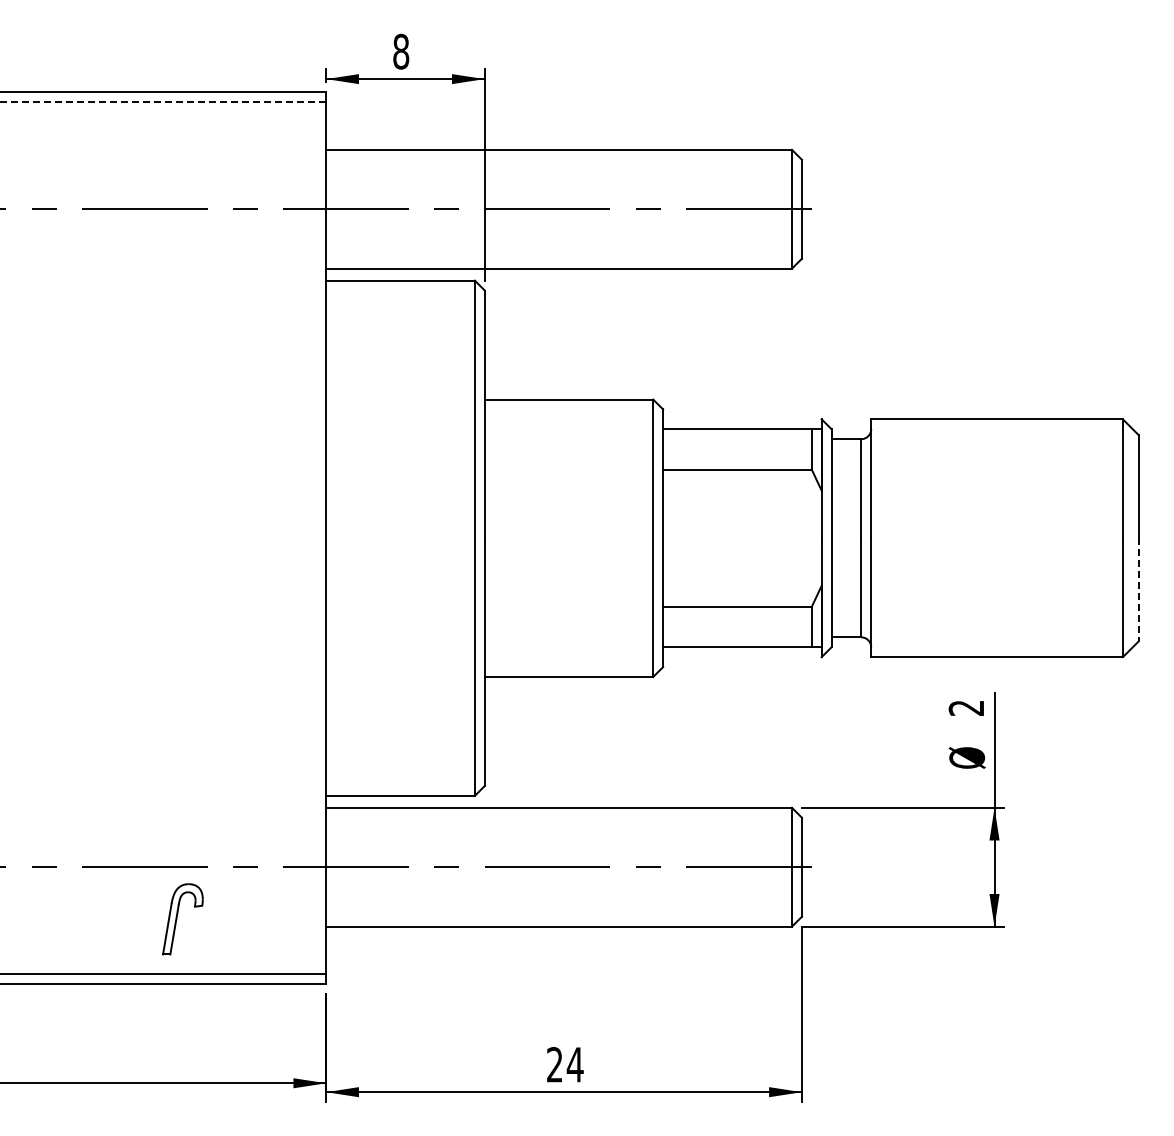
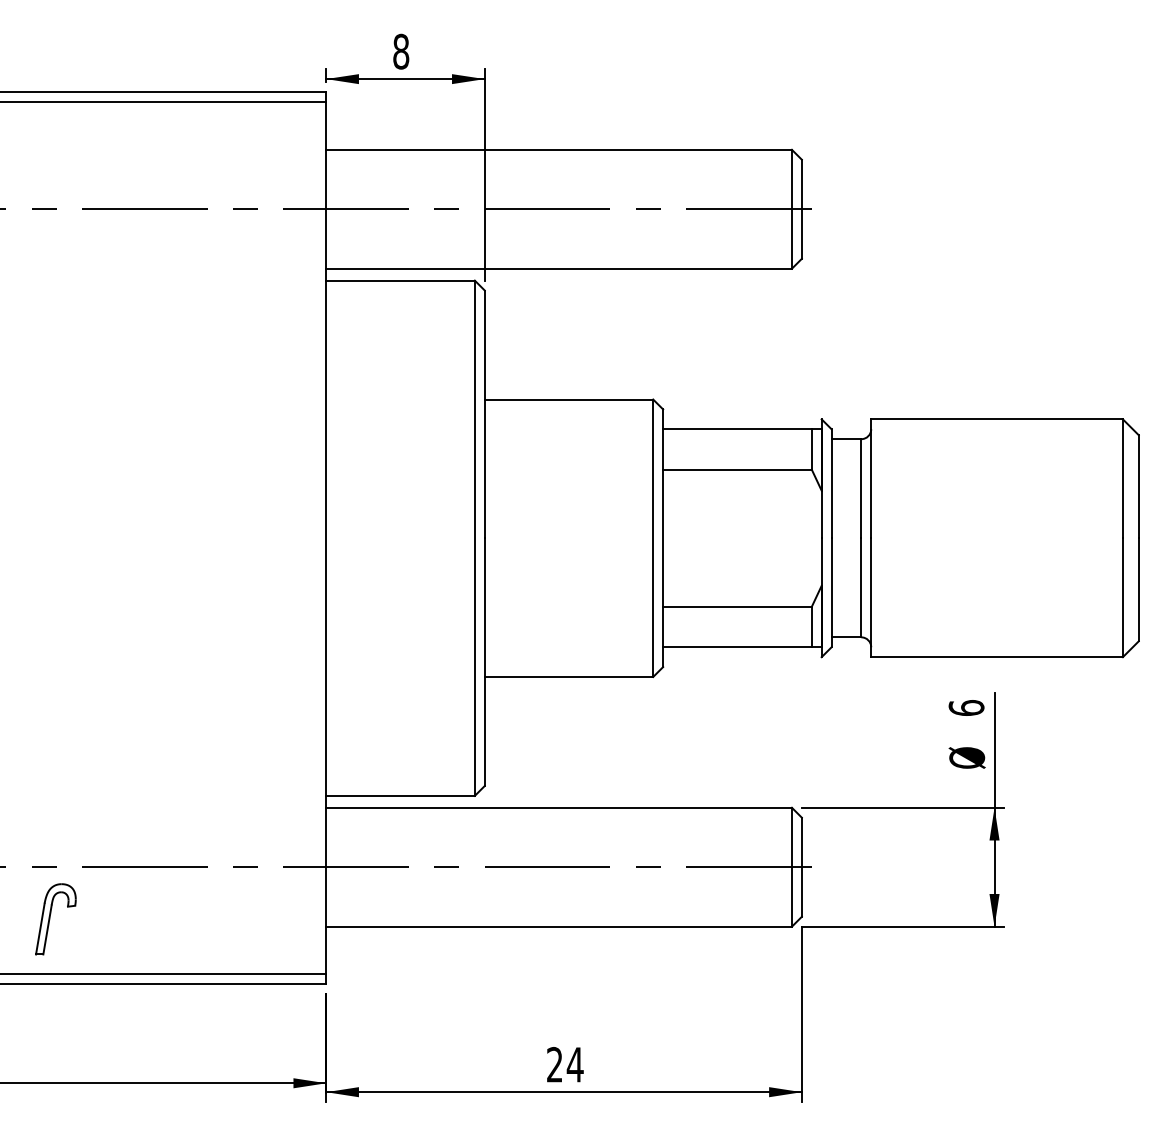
line at (163, 102): dashed -> solid
line at (1138, 589): dashed -> solid
text at (966, 707): 2 -> 6
part at (182, 919) position: (182, 919) -> (55, 919)
